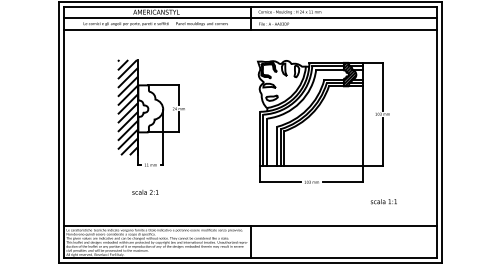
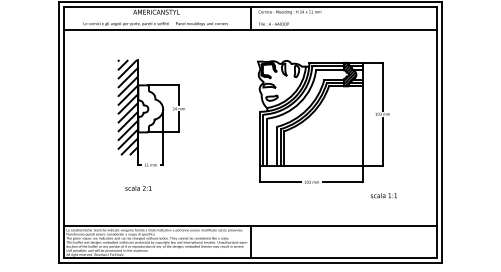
line at (250, 17): present -> none
text at (145, 192) position: (145, 192) -> (138, 188)
text at (383, 201) position: (383, 201) -> (383, 195)
